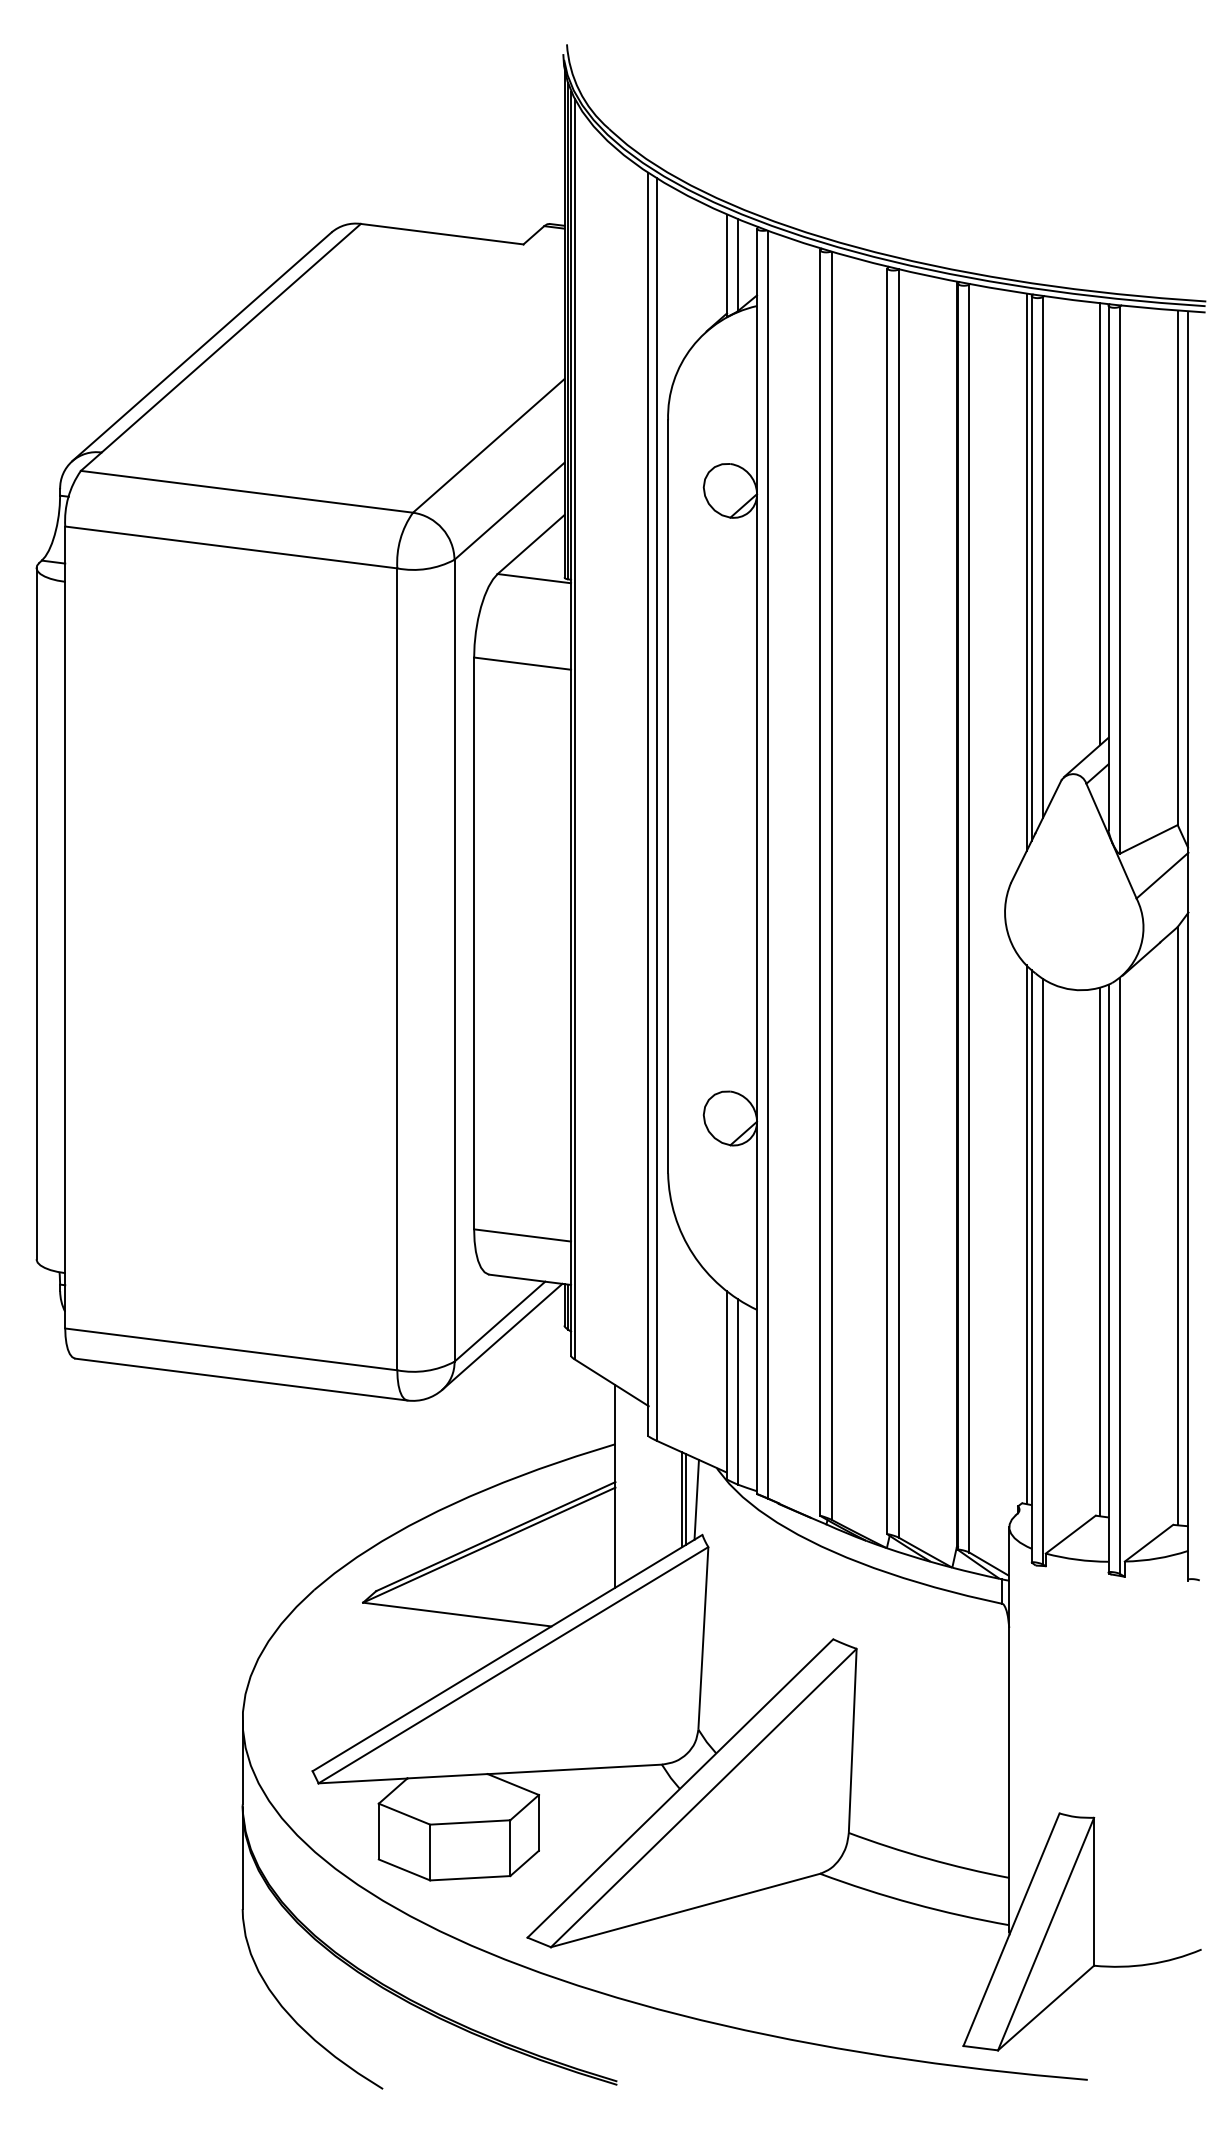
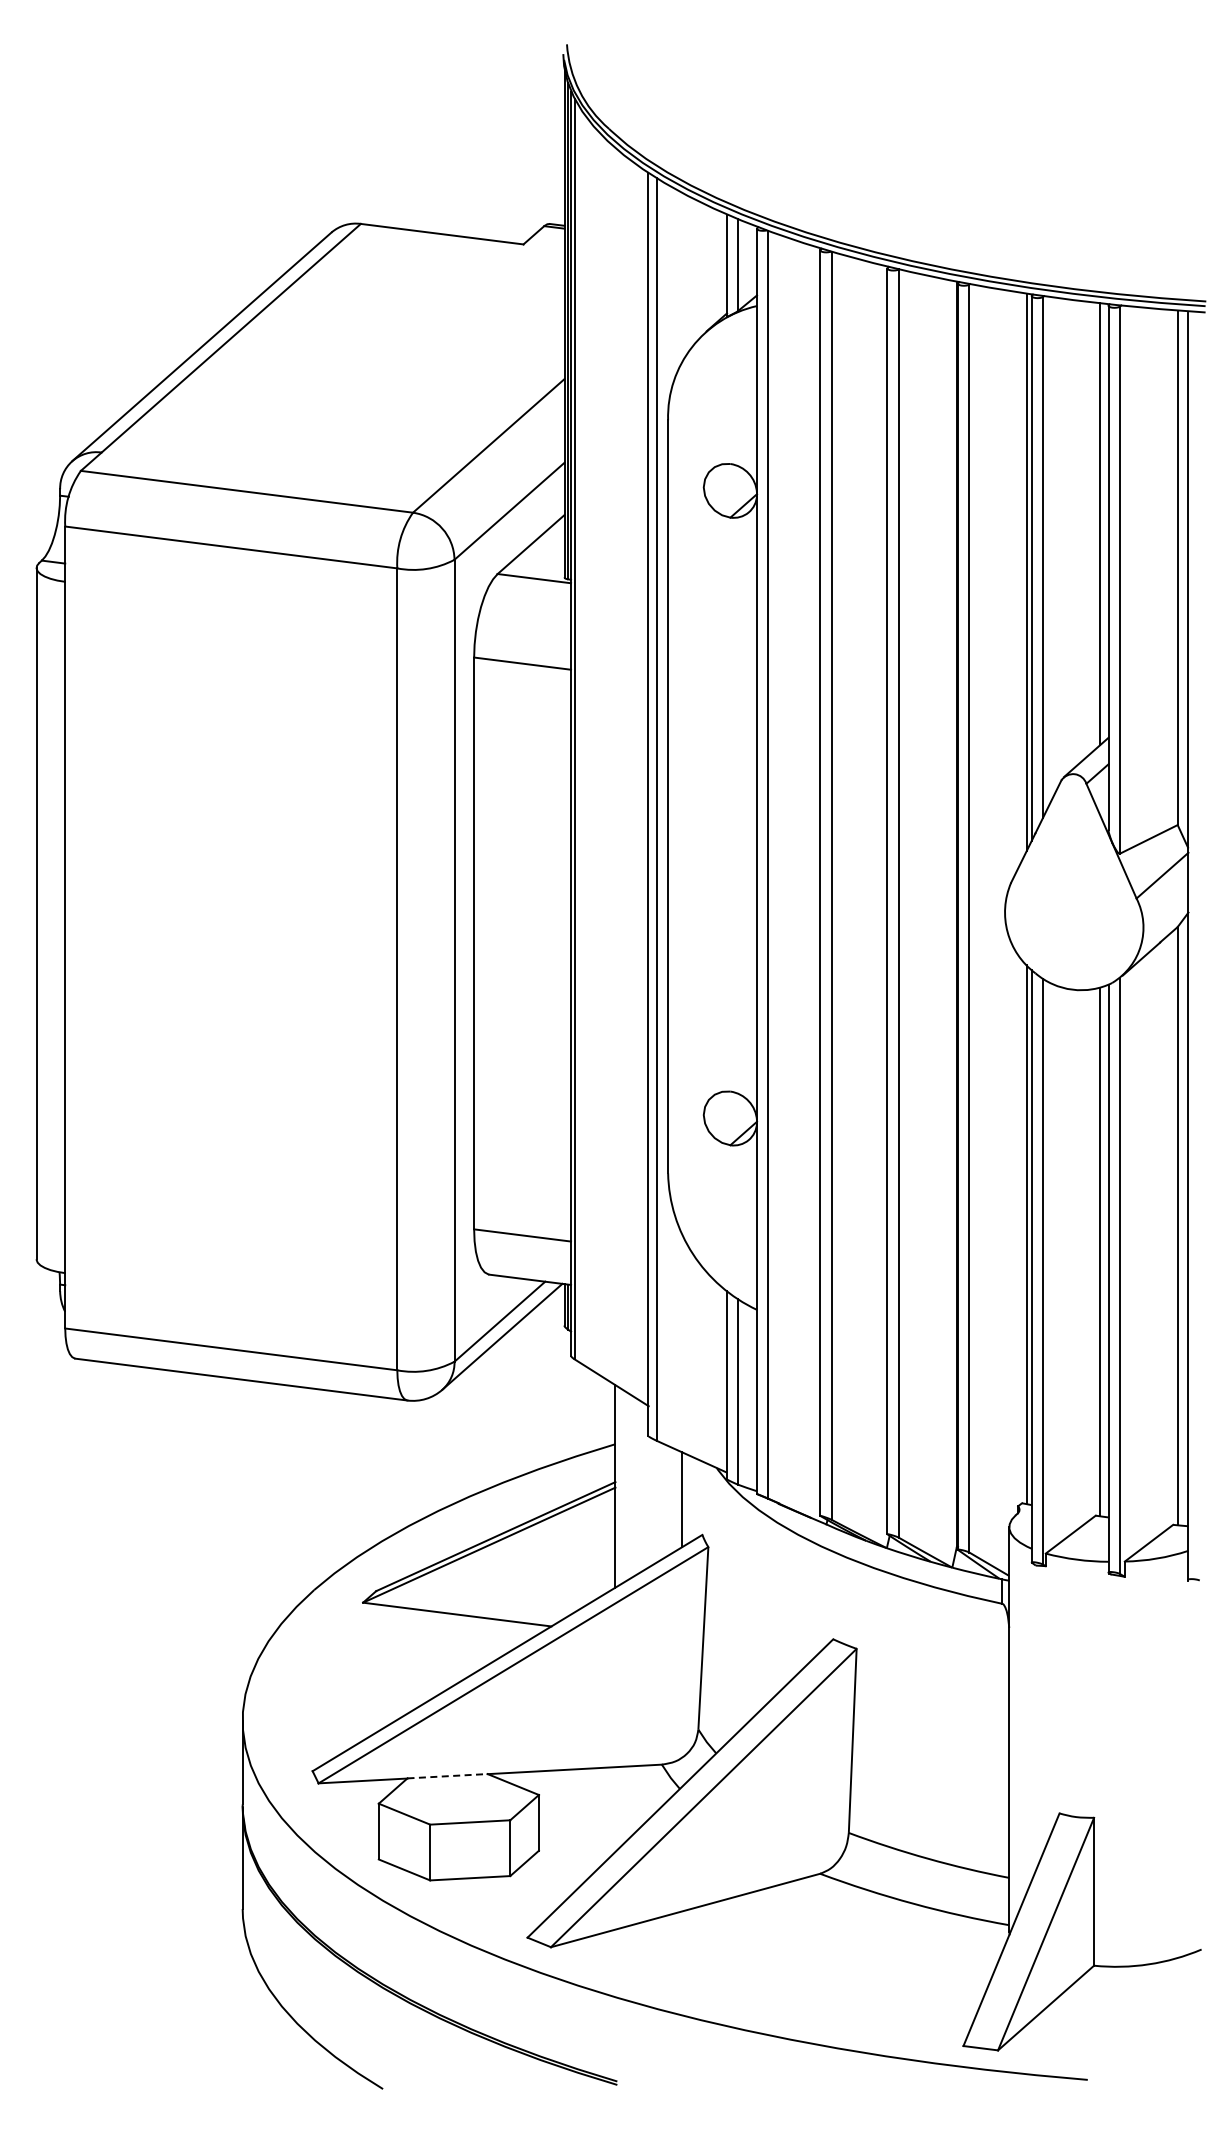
line at (685, 1499): present -> none
line at (696, 1499): present -> none
line at (448, 1776): solid -> dashed
